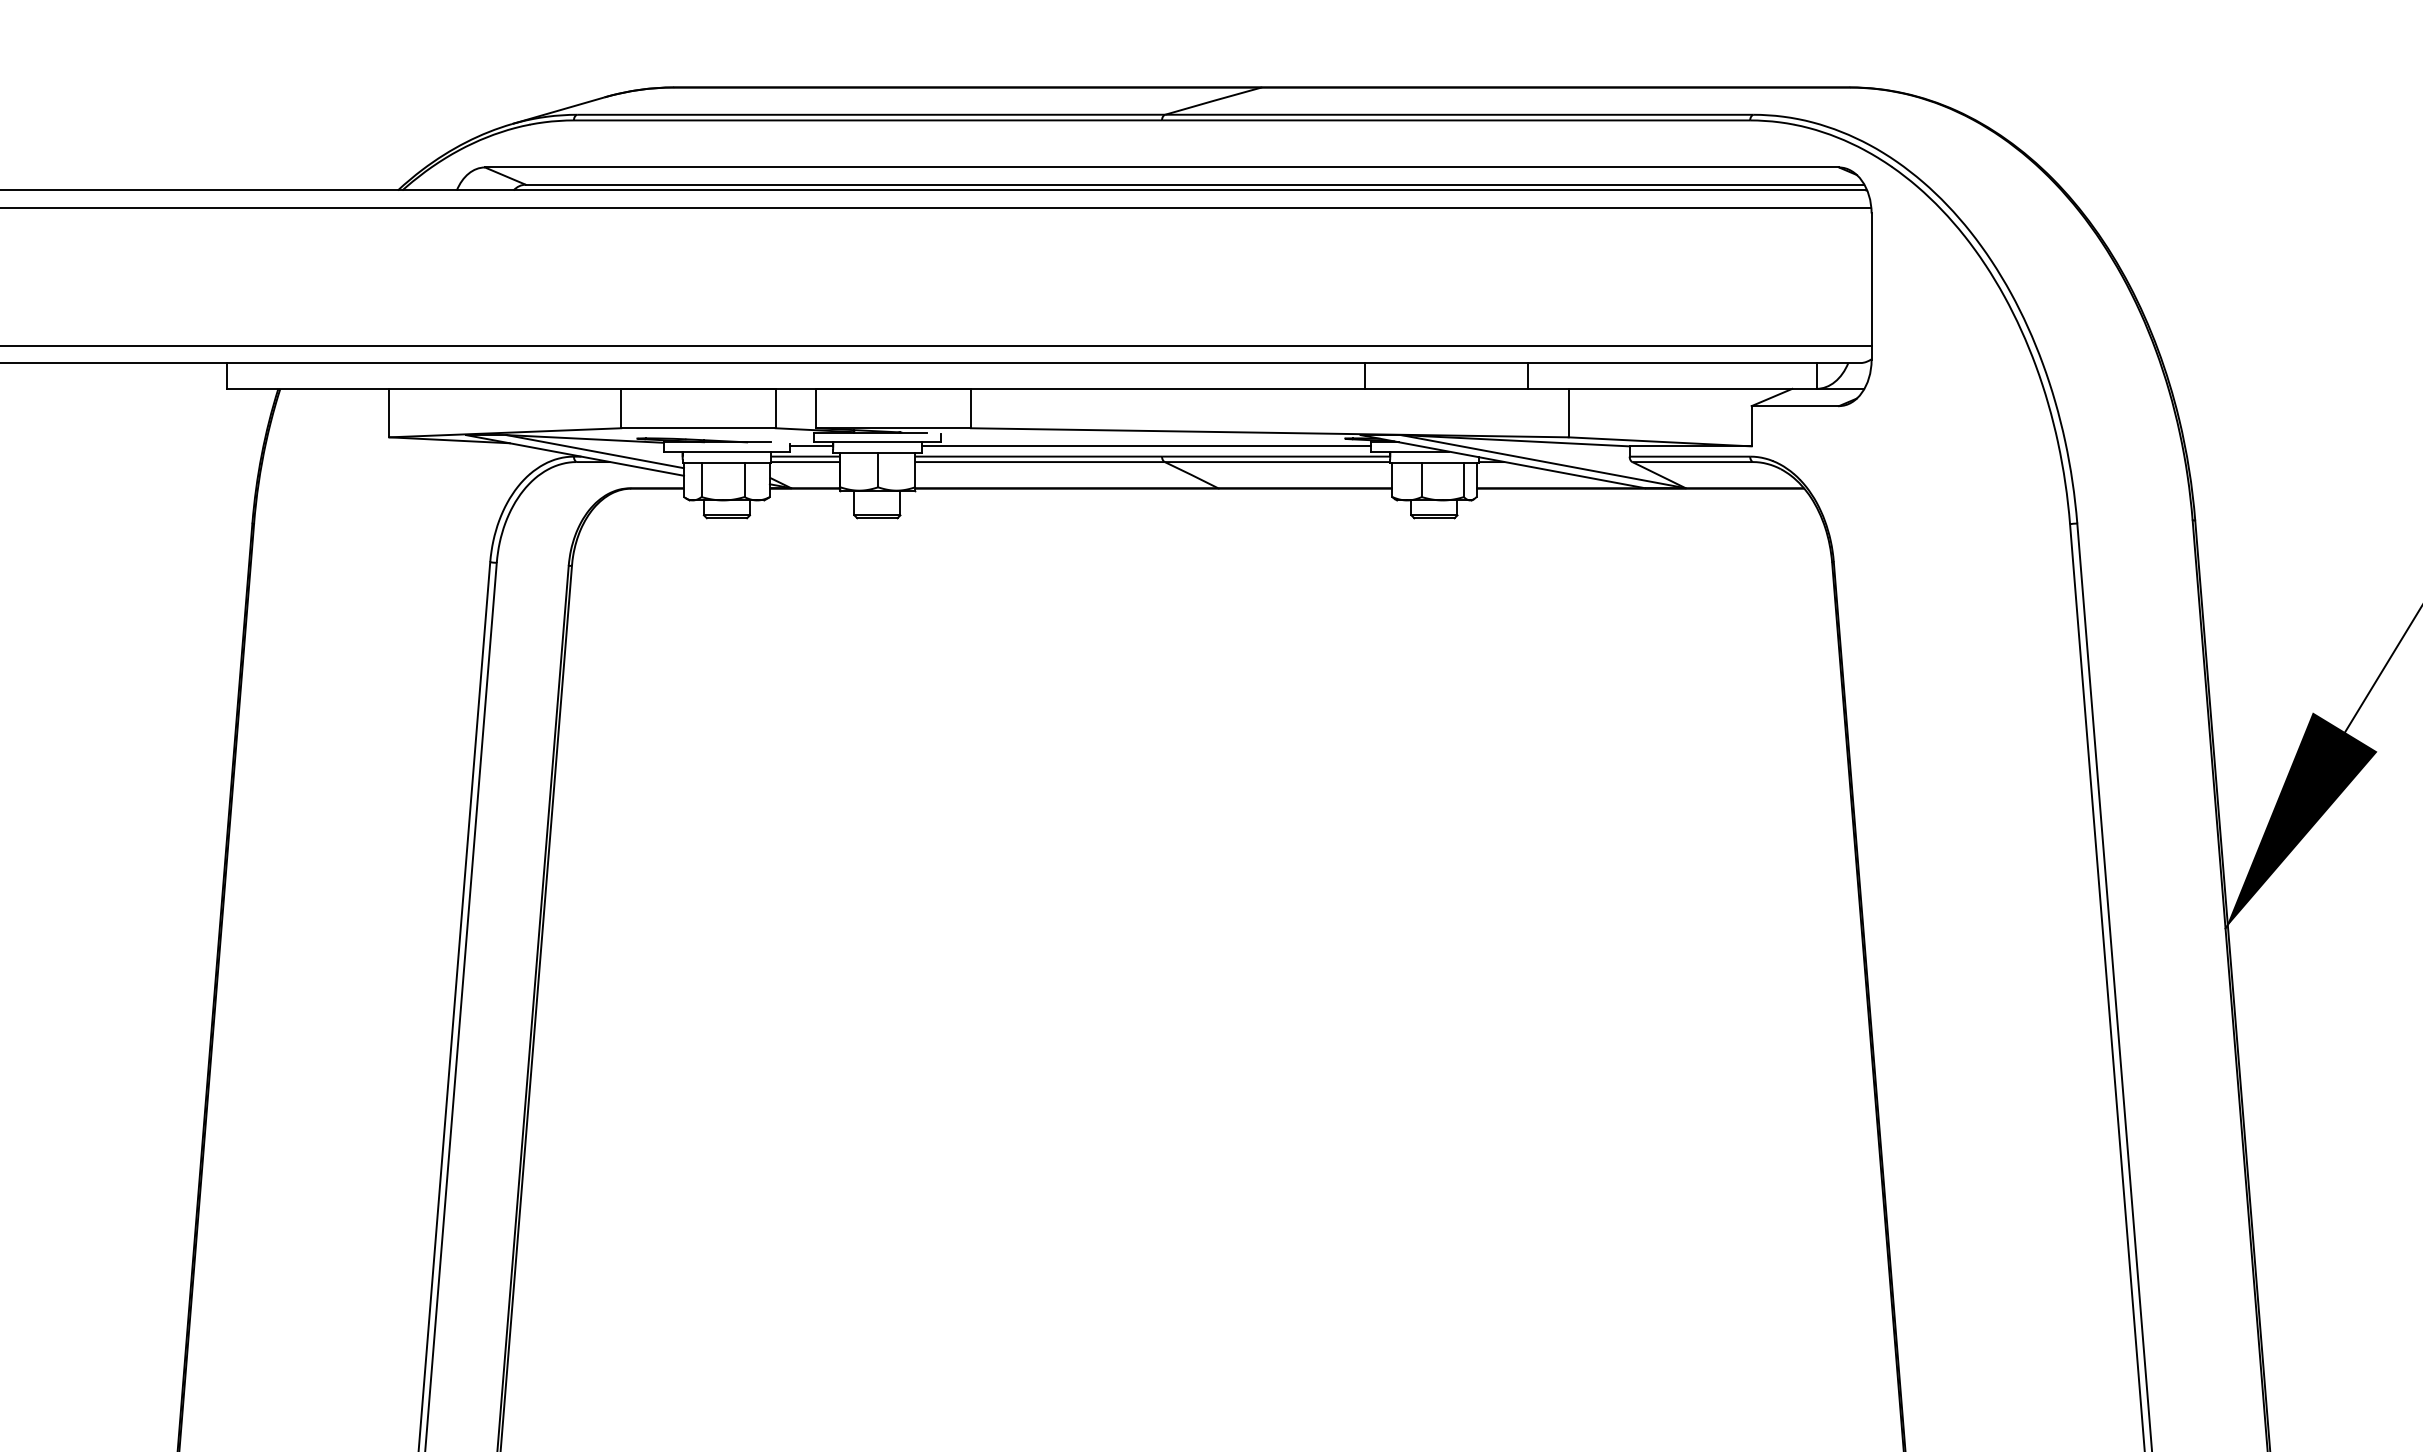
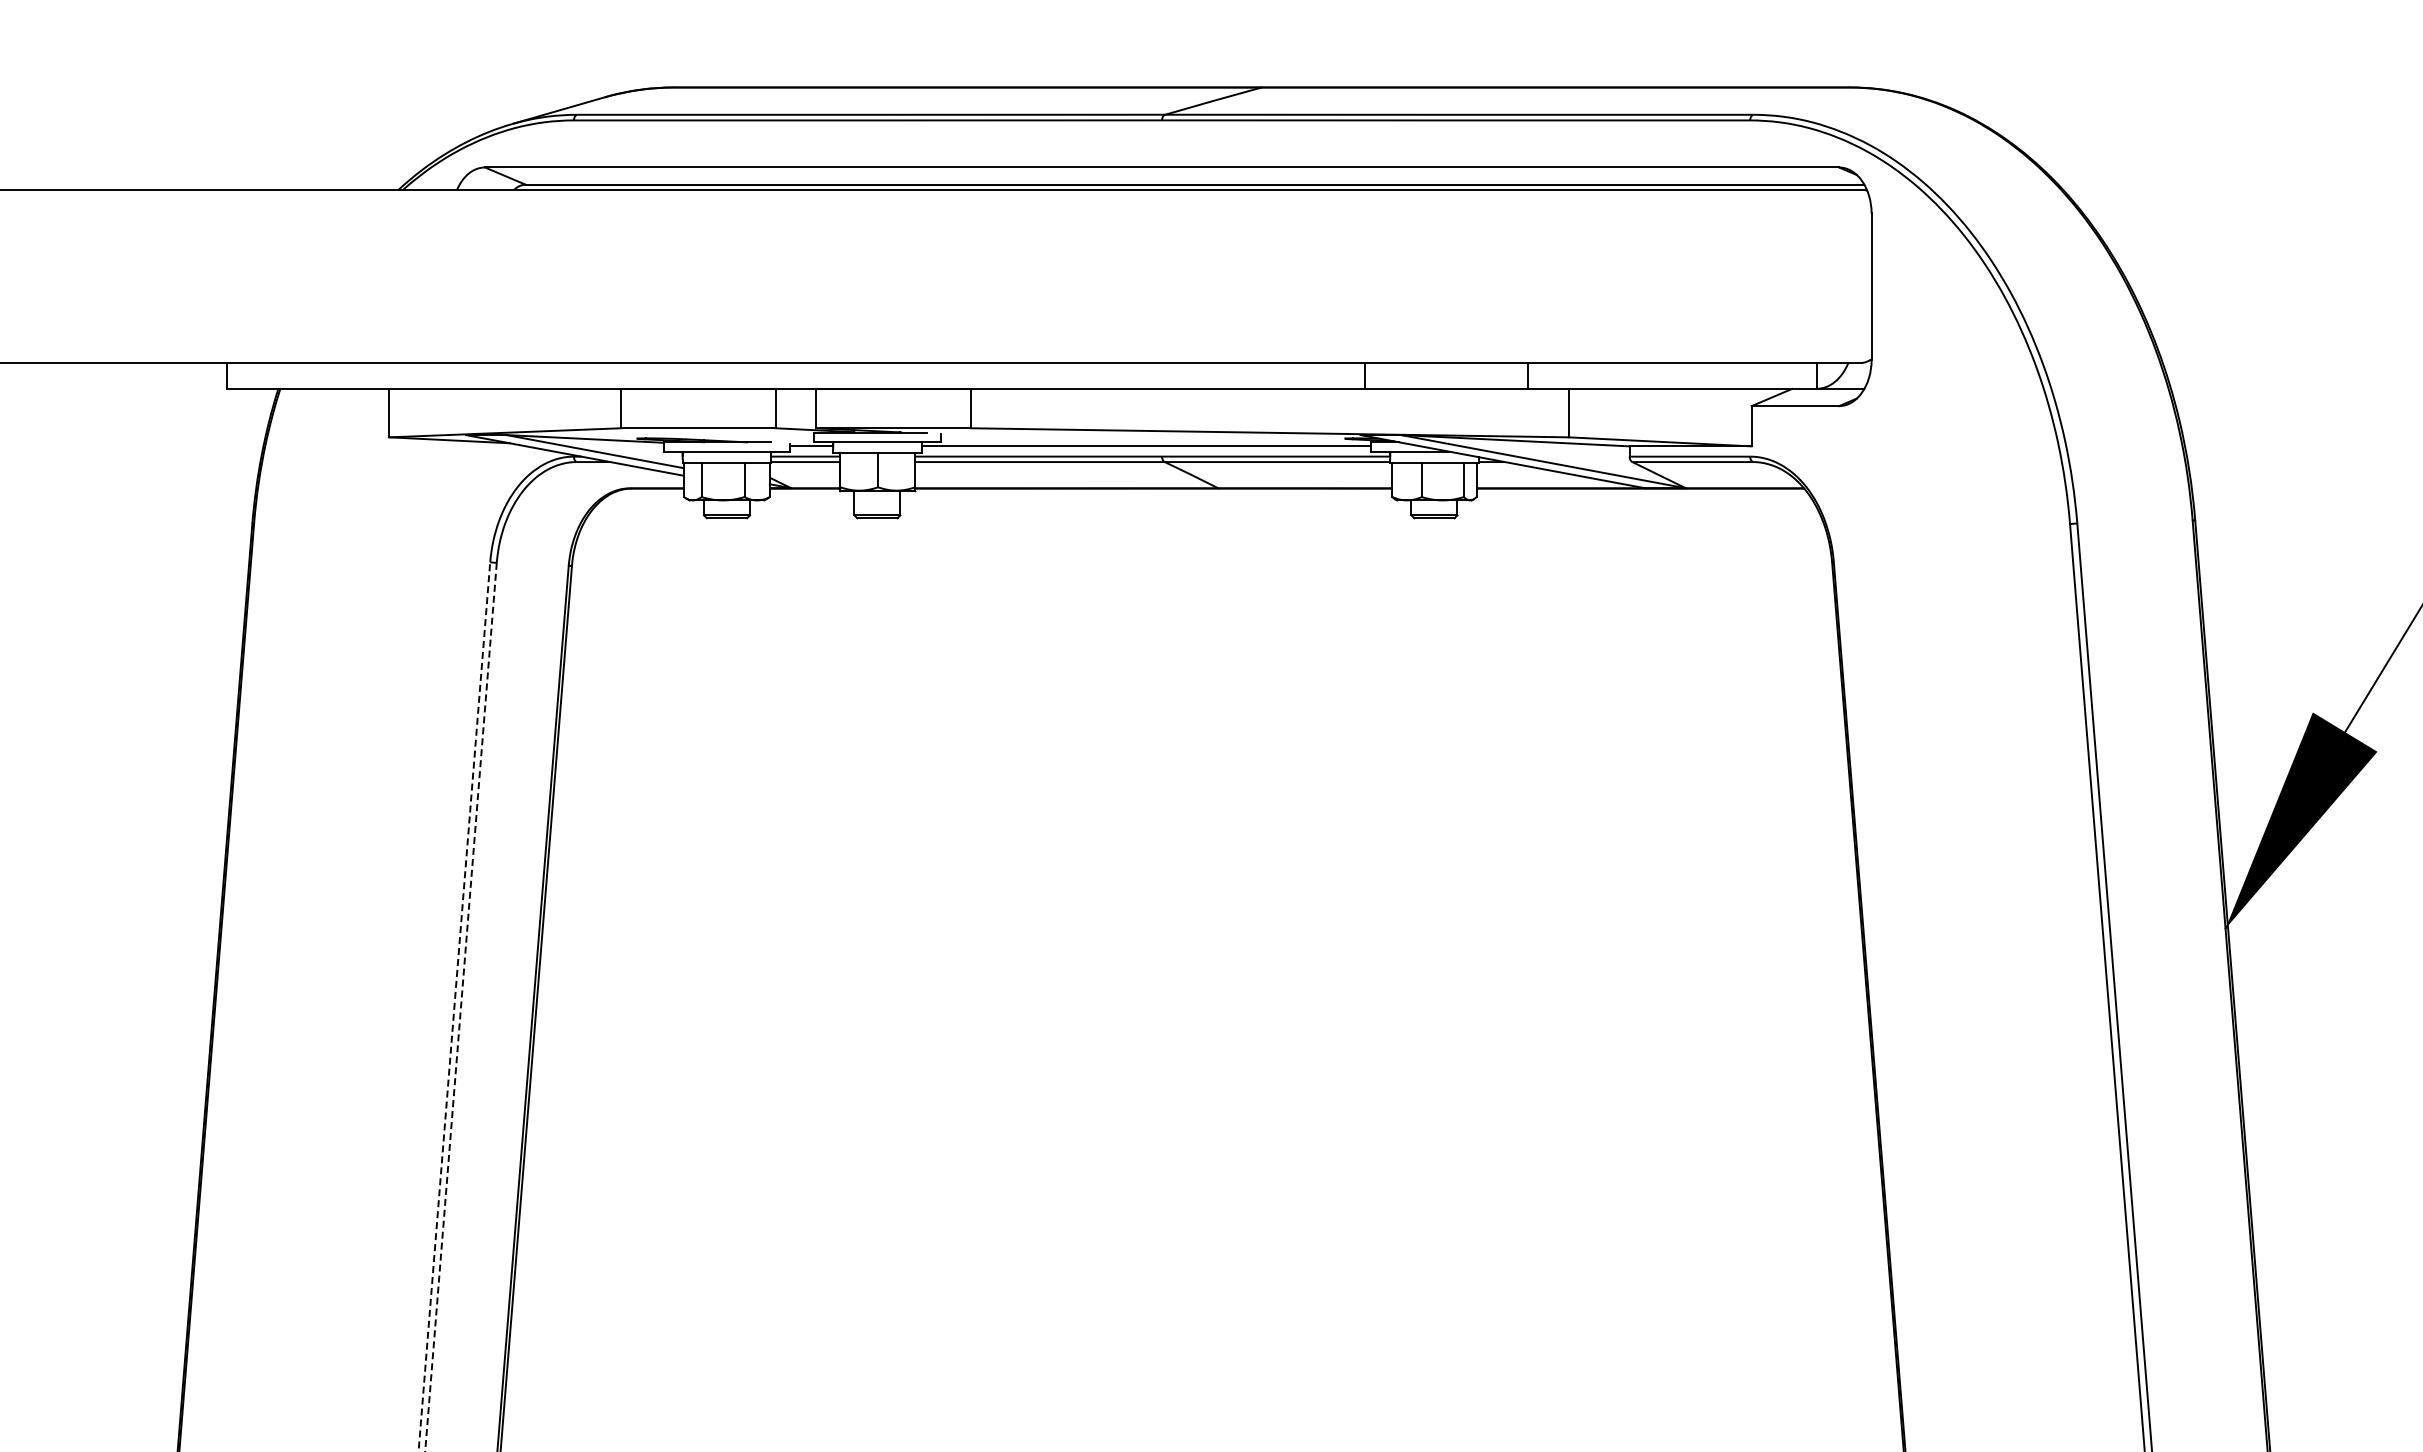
line at (936, 207): present -> none
line at (936, 345): present -> none
line at (454, 1006): solid -> dashed
line at (461, 1007): solid -> dashed
